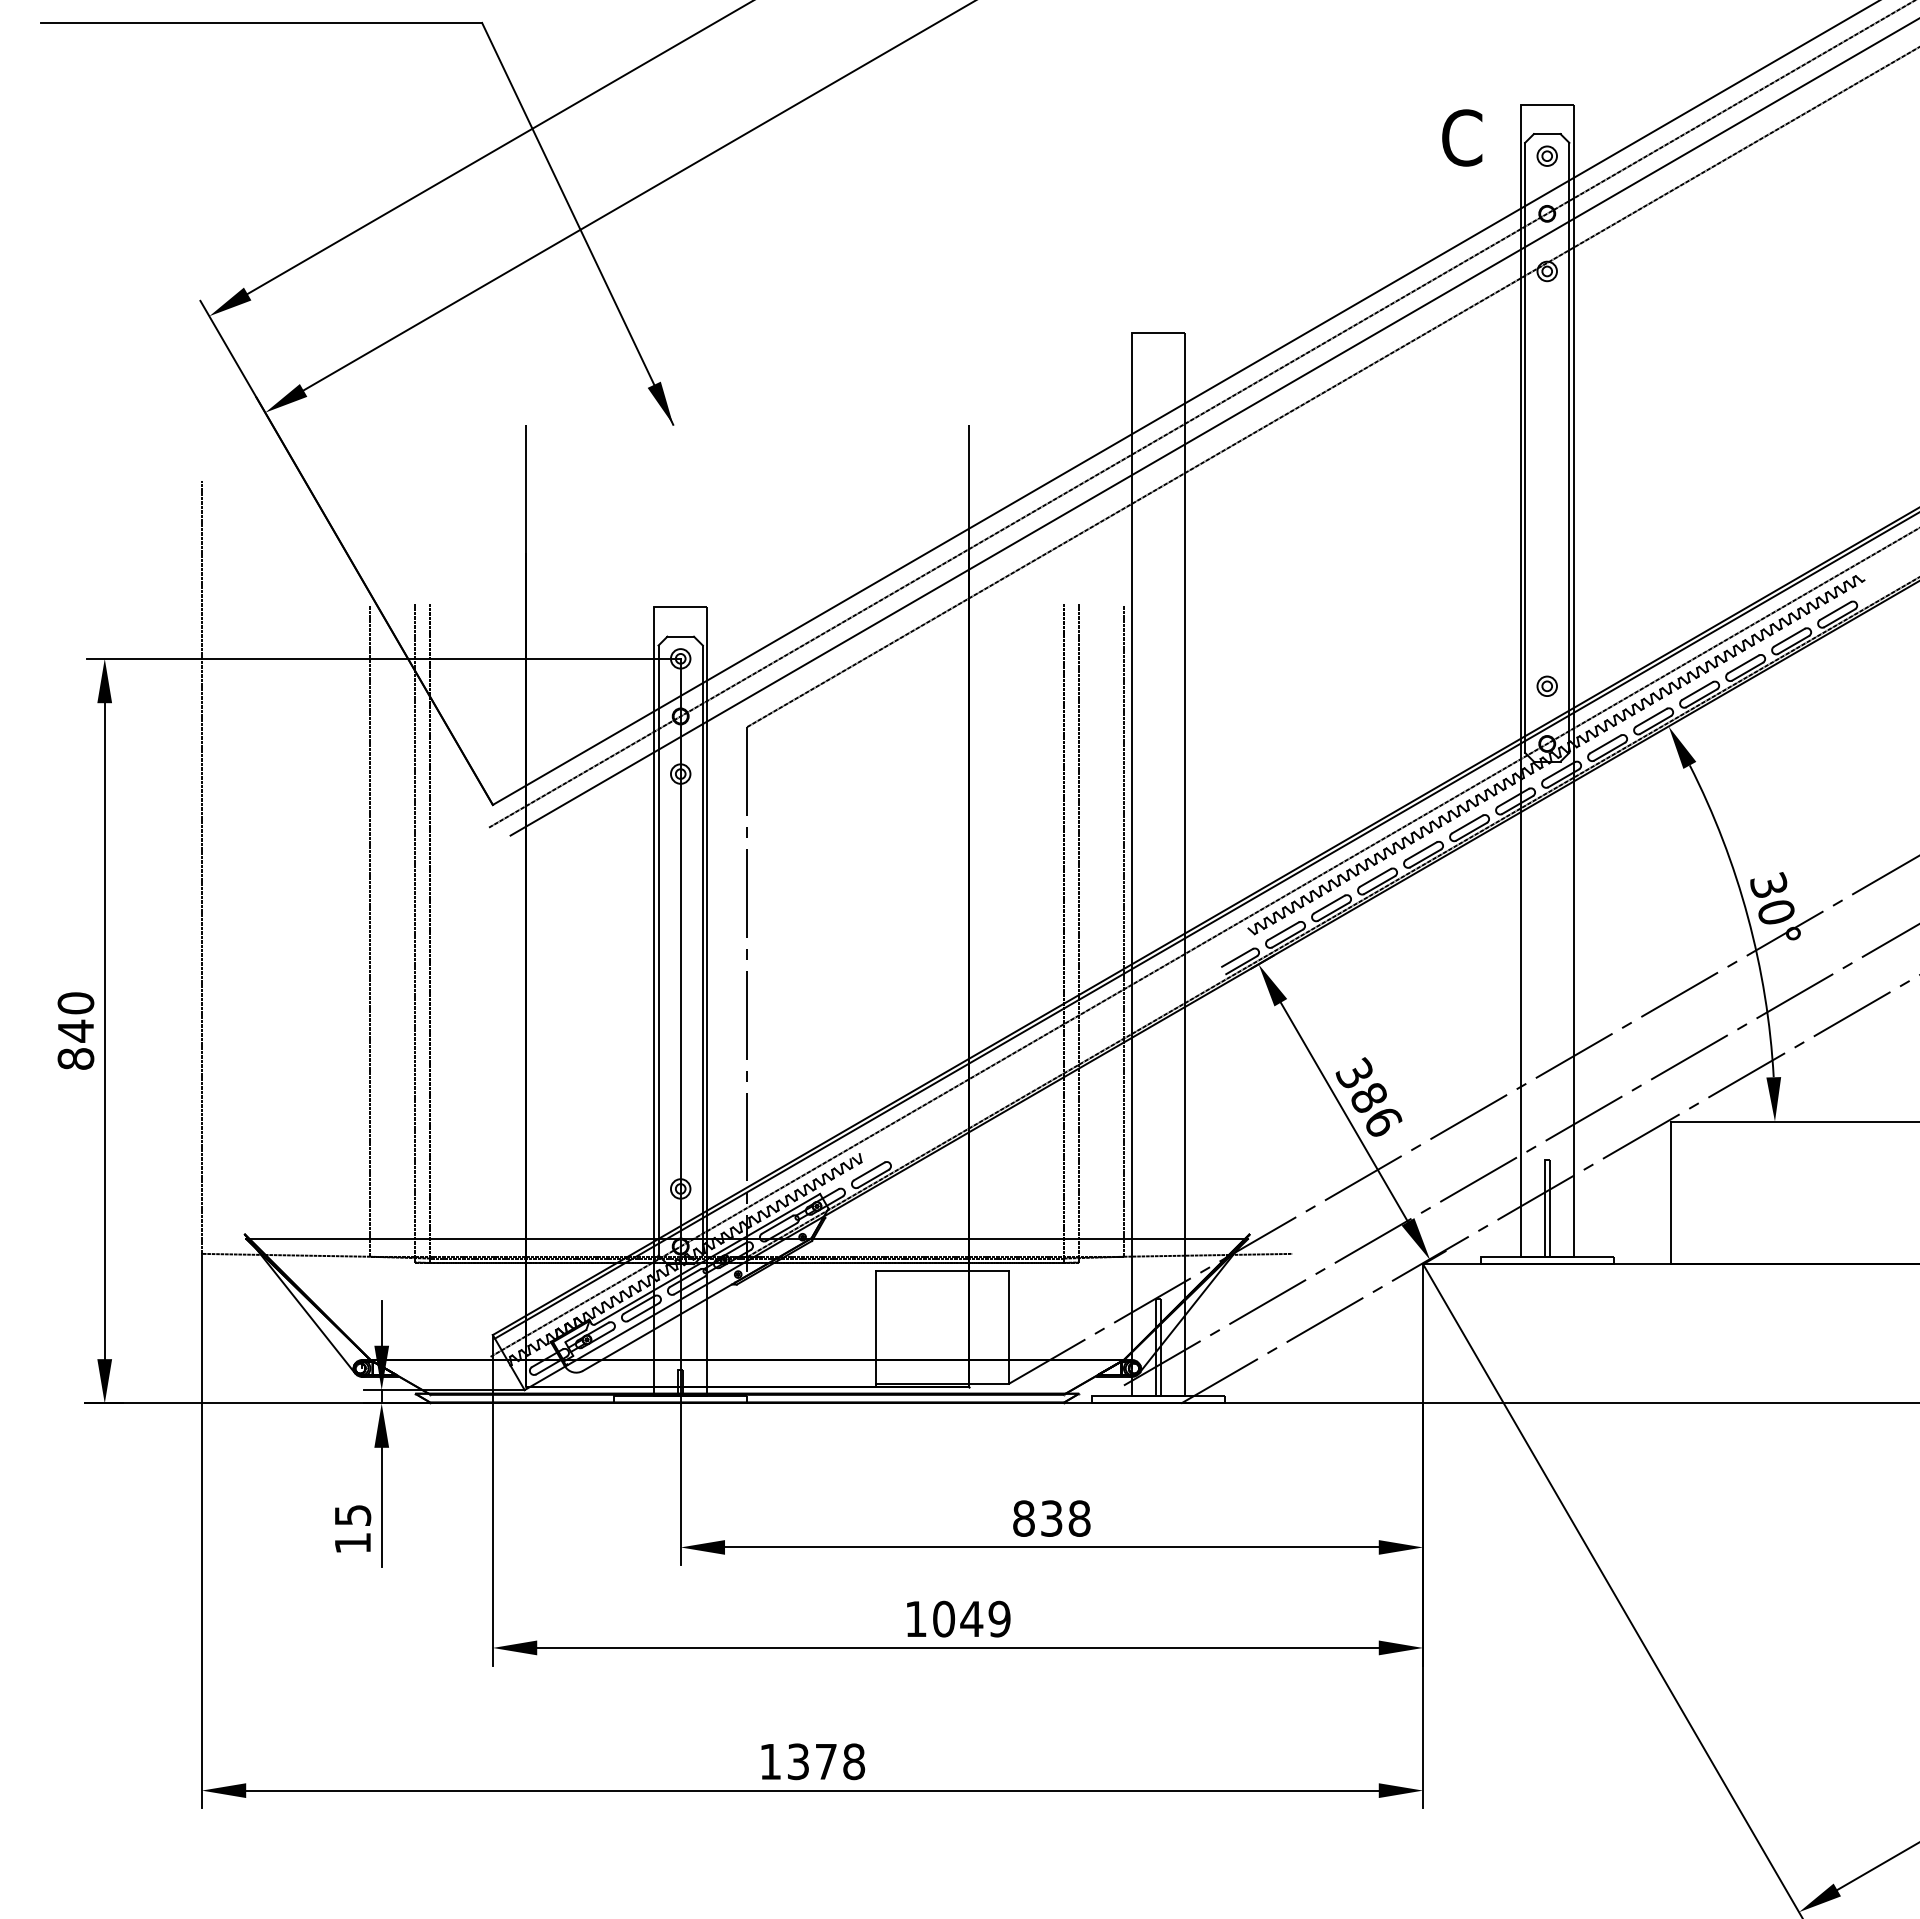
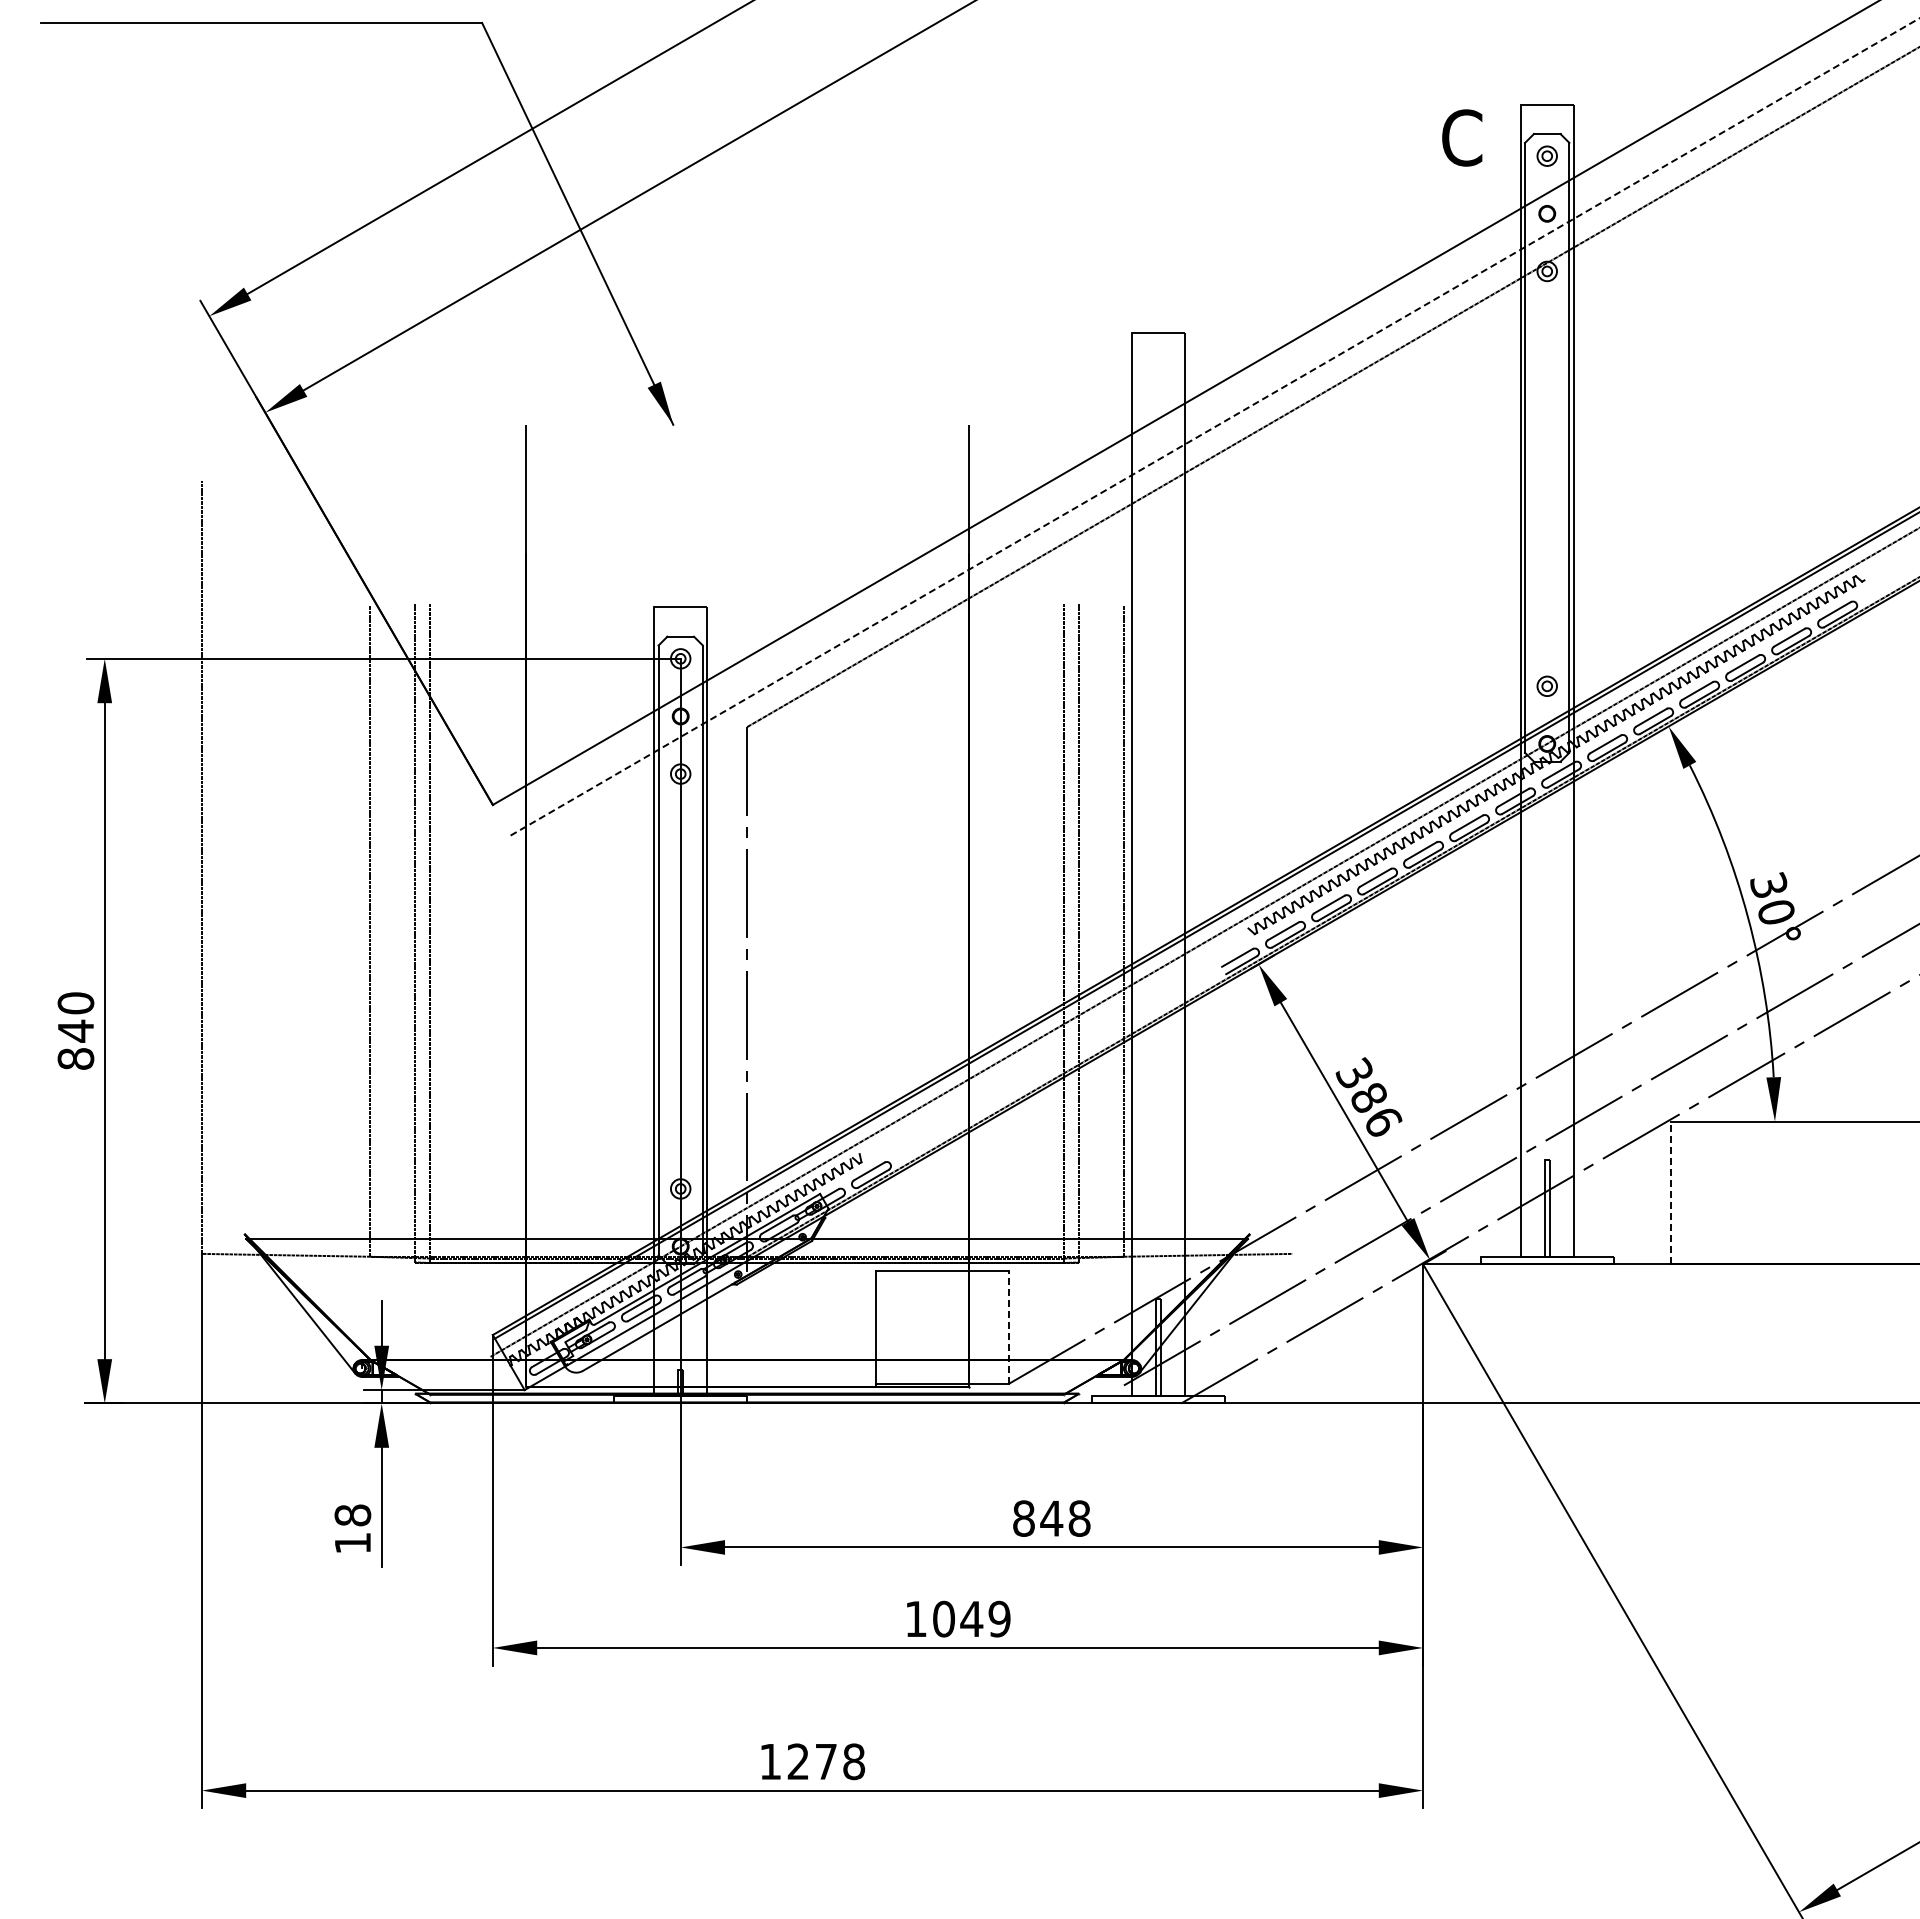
line at (1200, 414): present -> none
line at (1215, 426): solid -> dashed
line at (1671, 1192): solid -> dashed
line at (1008, 1327): solid -> dashed
text at (352, 1515): 15 -> 18
text at (1051, 1518): 838 -> 848
text at (797, 1761): 1378 -> 1278
